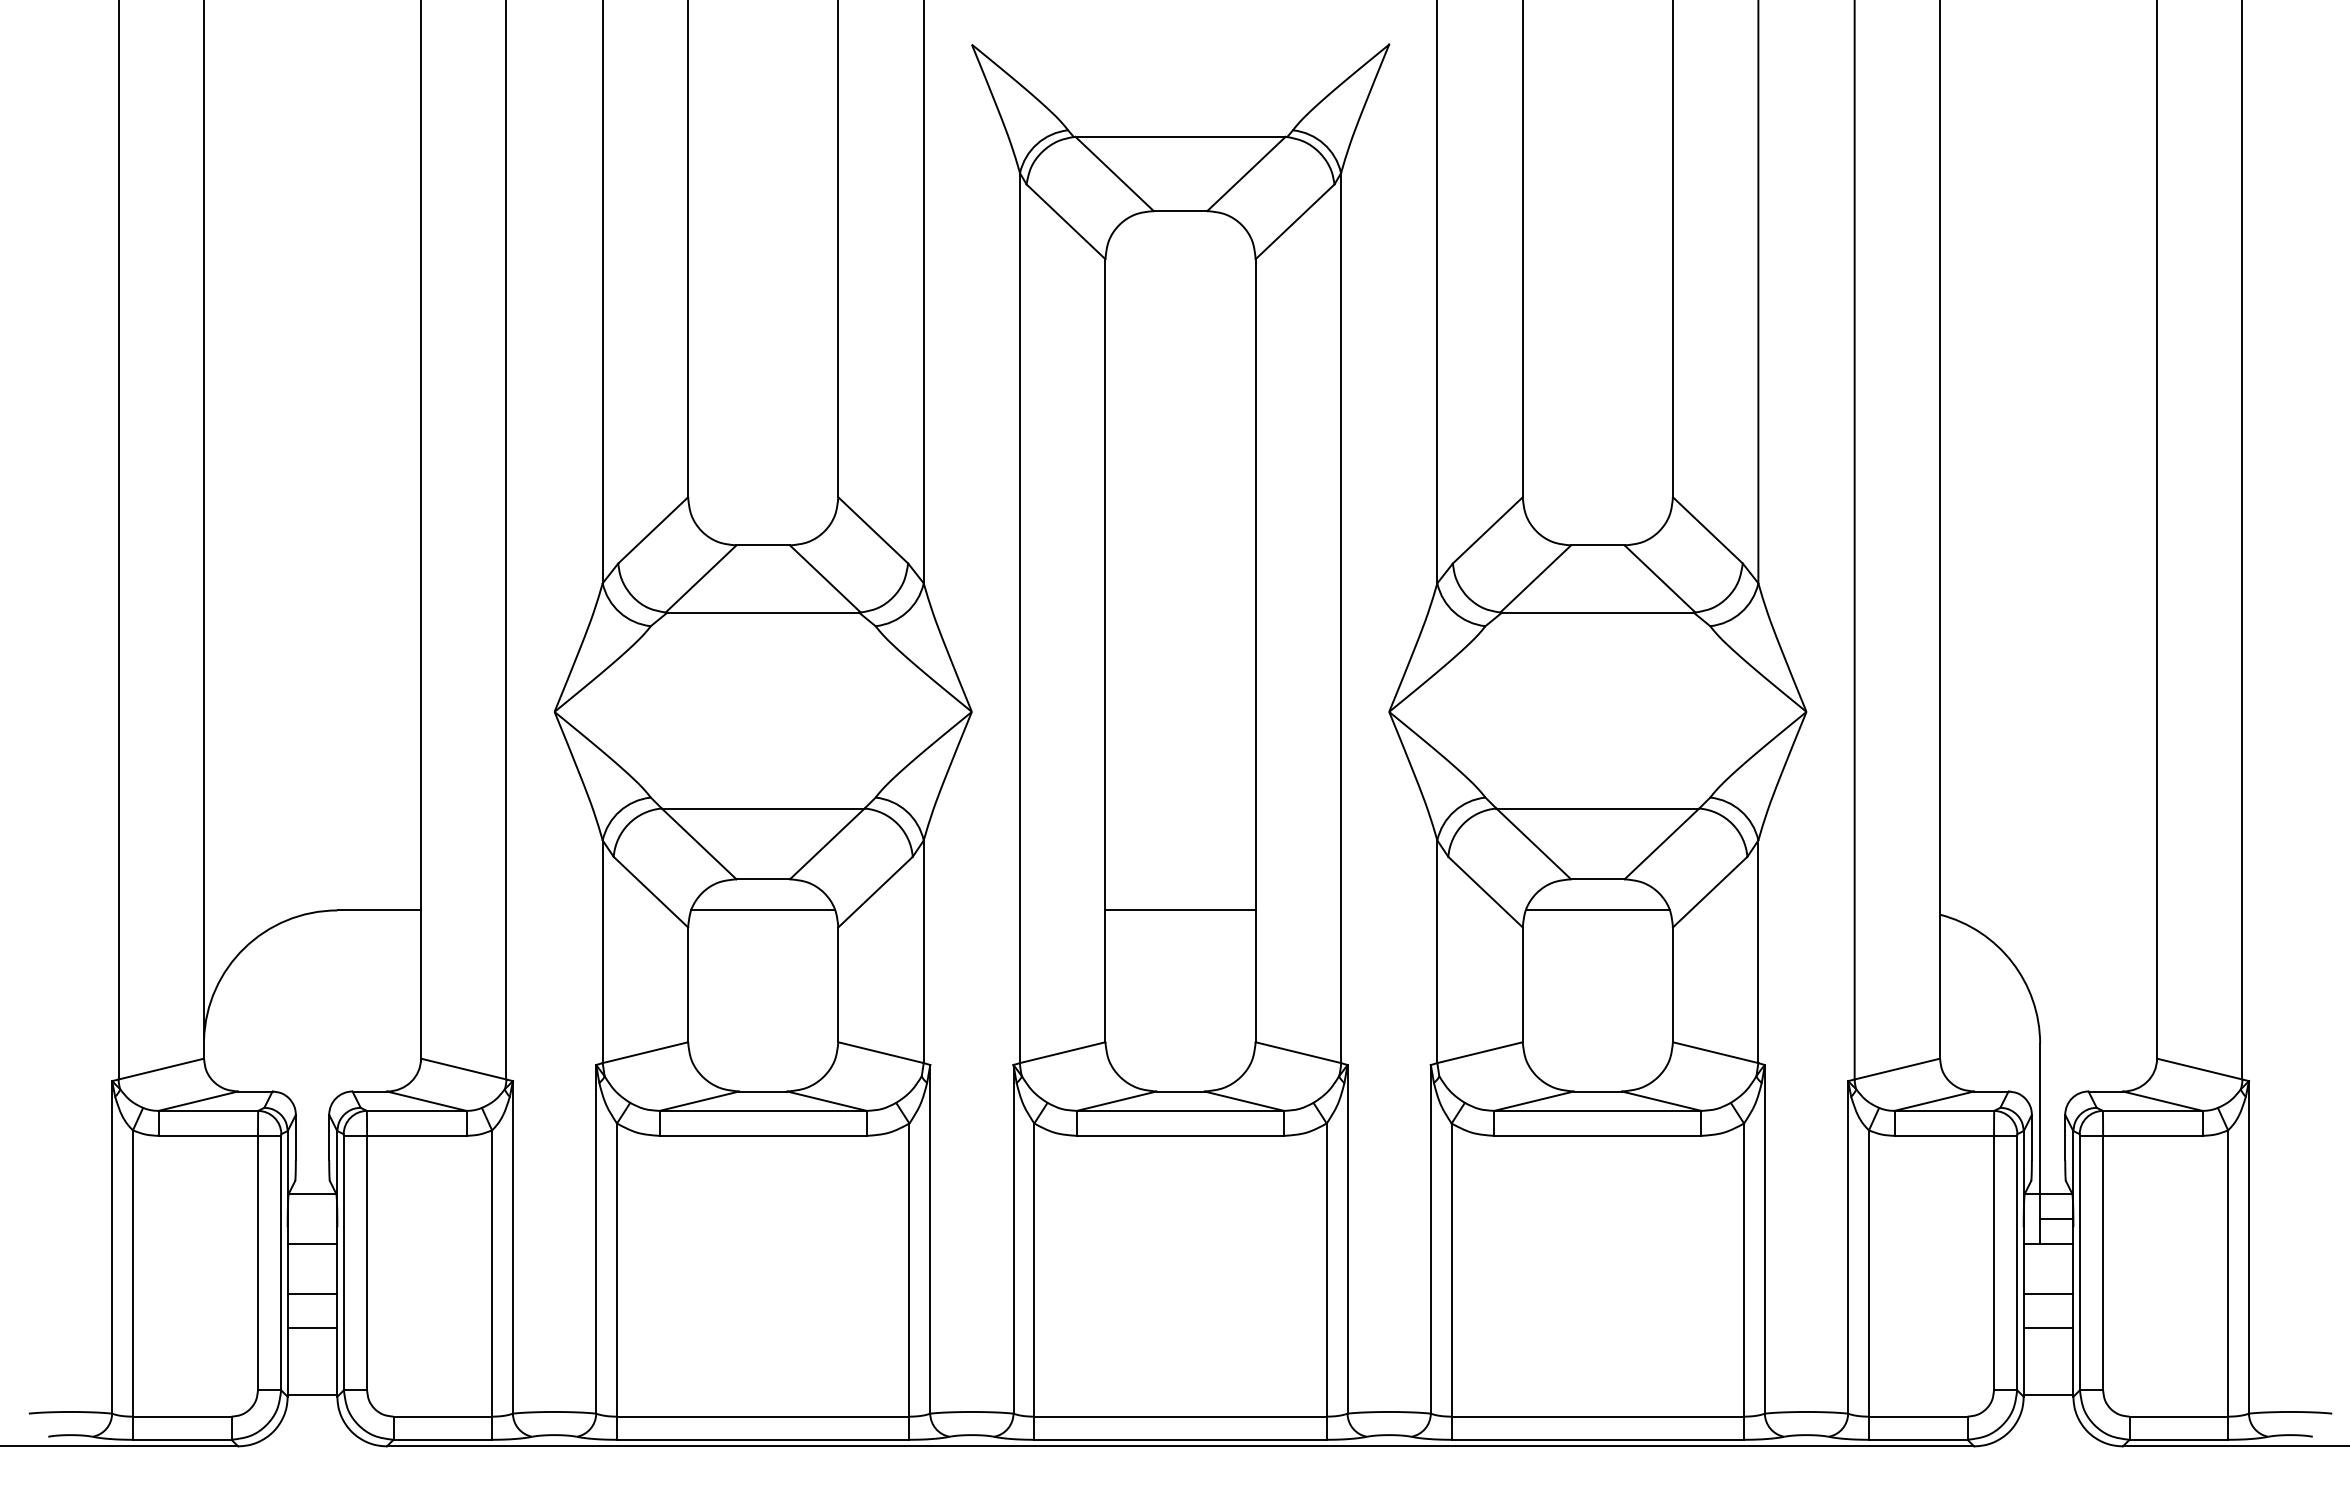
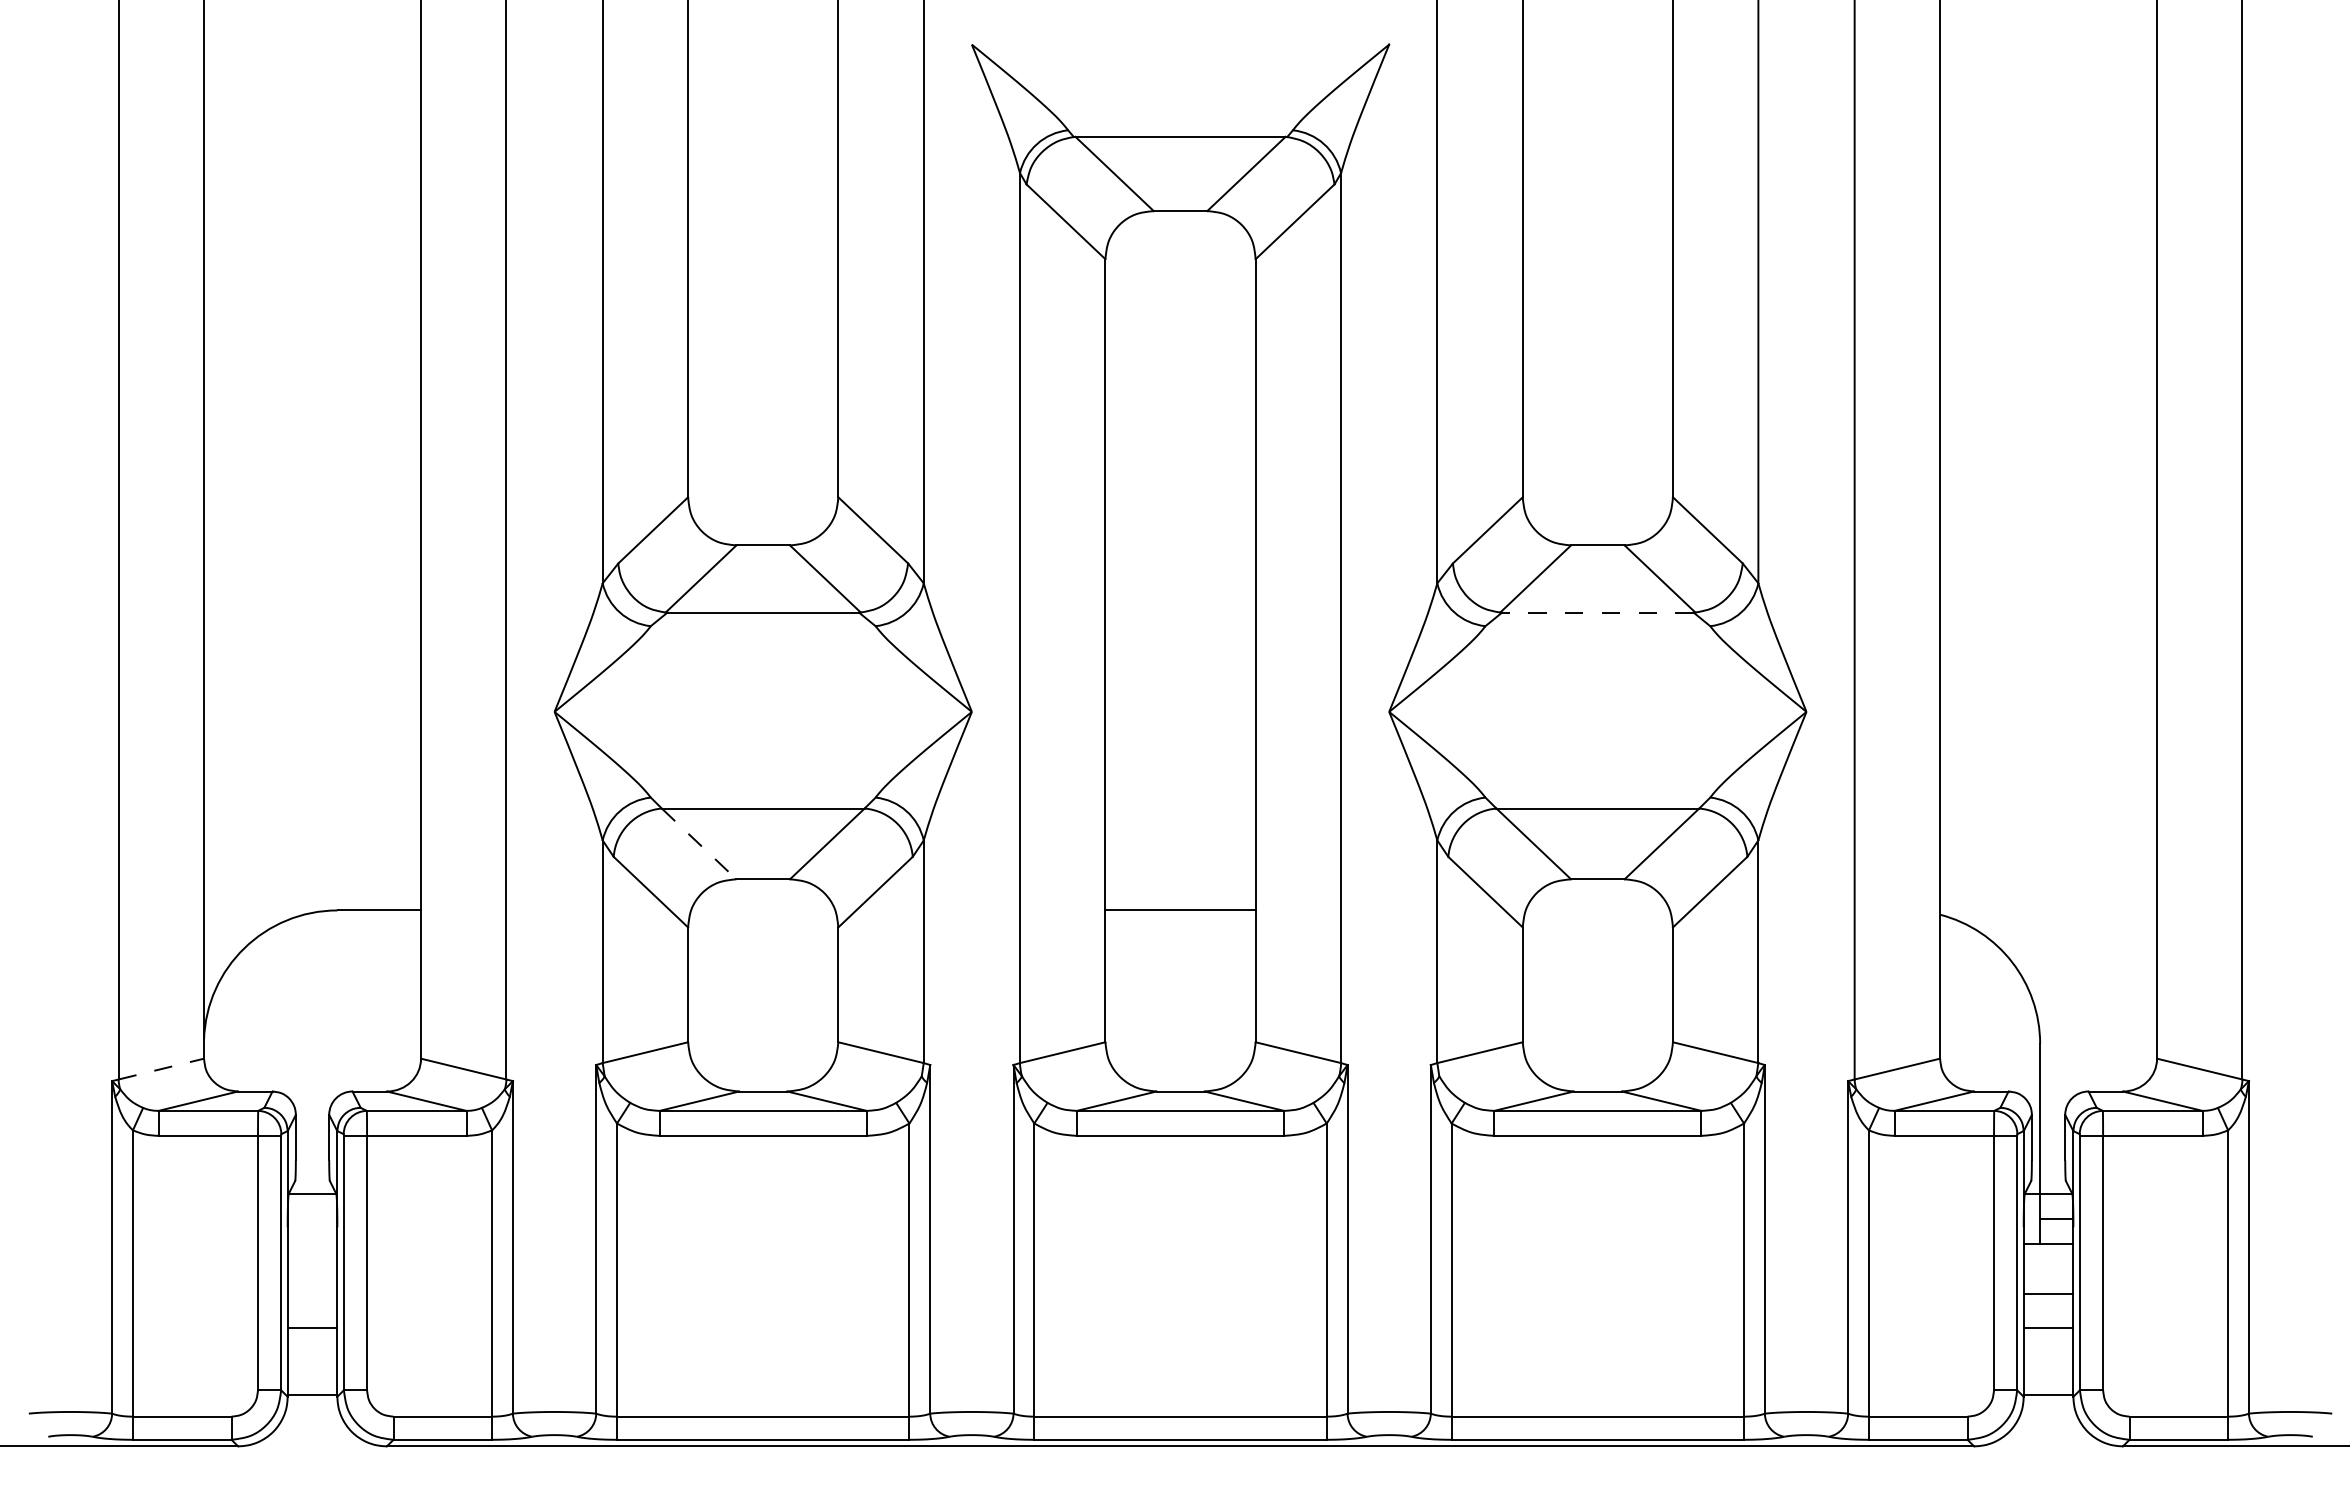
line at (1597, 612): solid -> dashed
line at (699, 844): solid -> dashed
line at (763, 910): present -> none
line at (1597, 910): present -> none
line at (161, 1069): solid -> dashed
line at (312, 1244): present -> none
line at (312, 1294): present -> none
